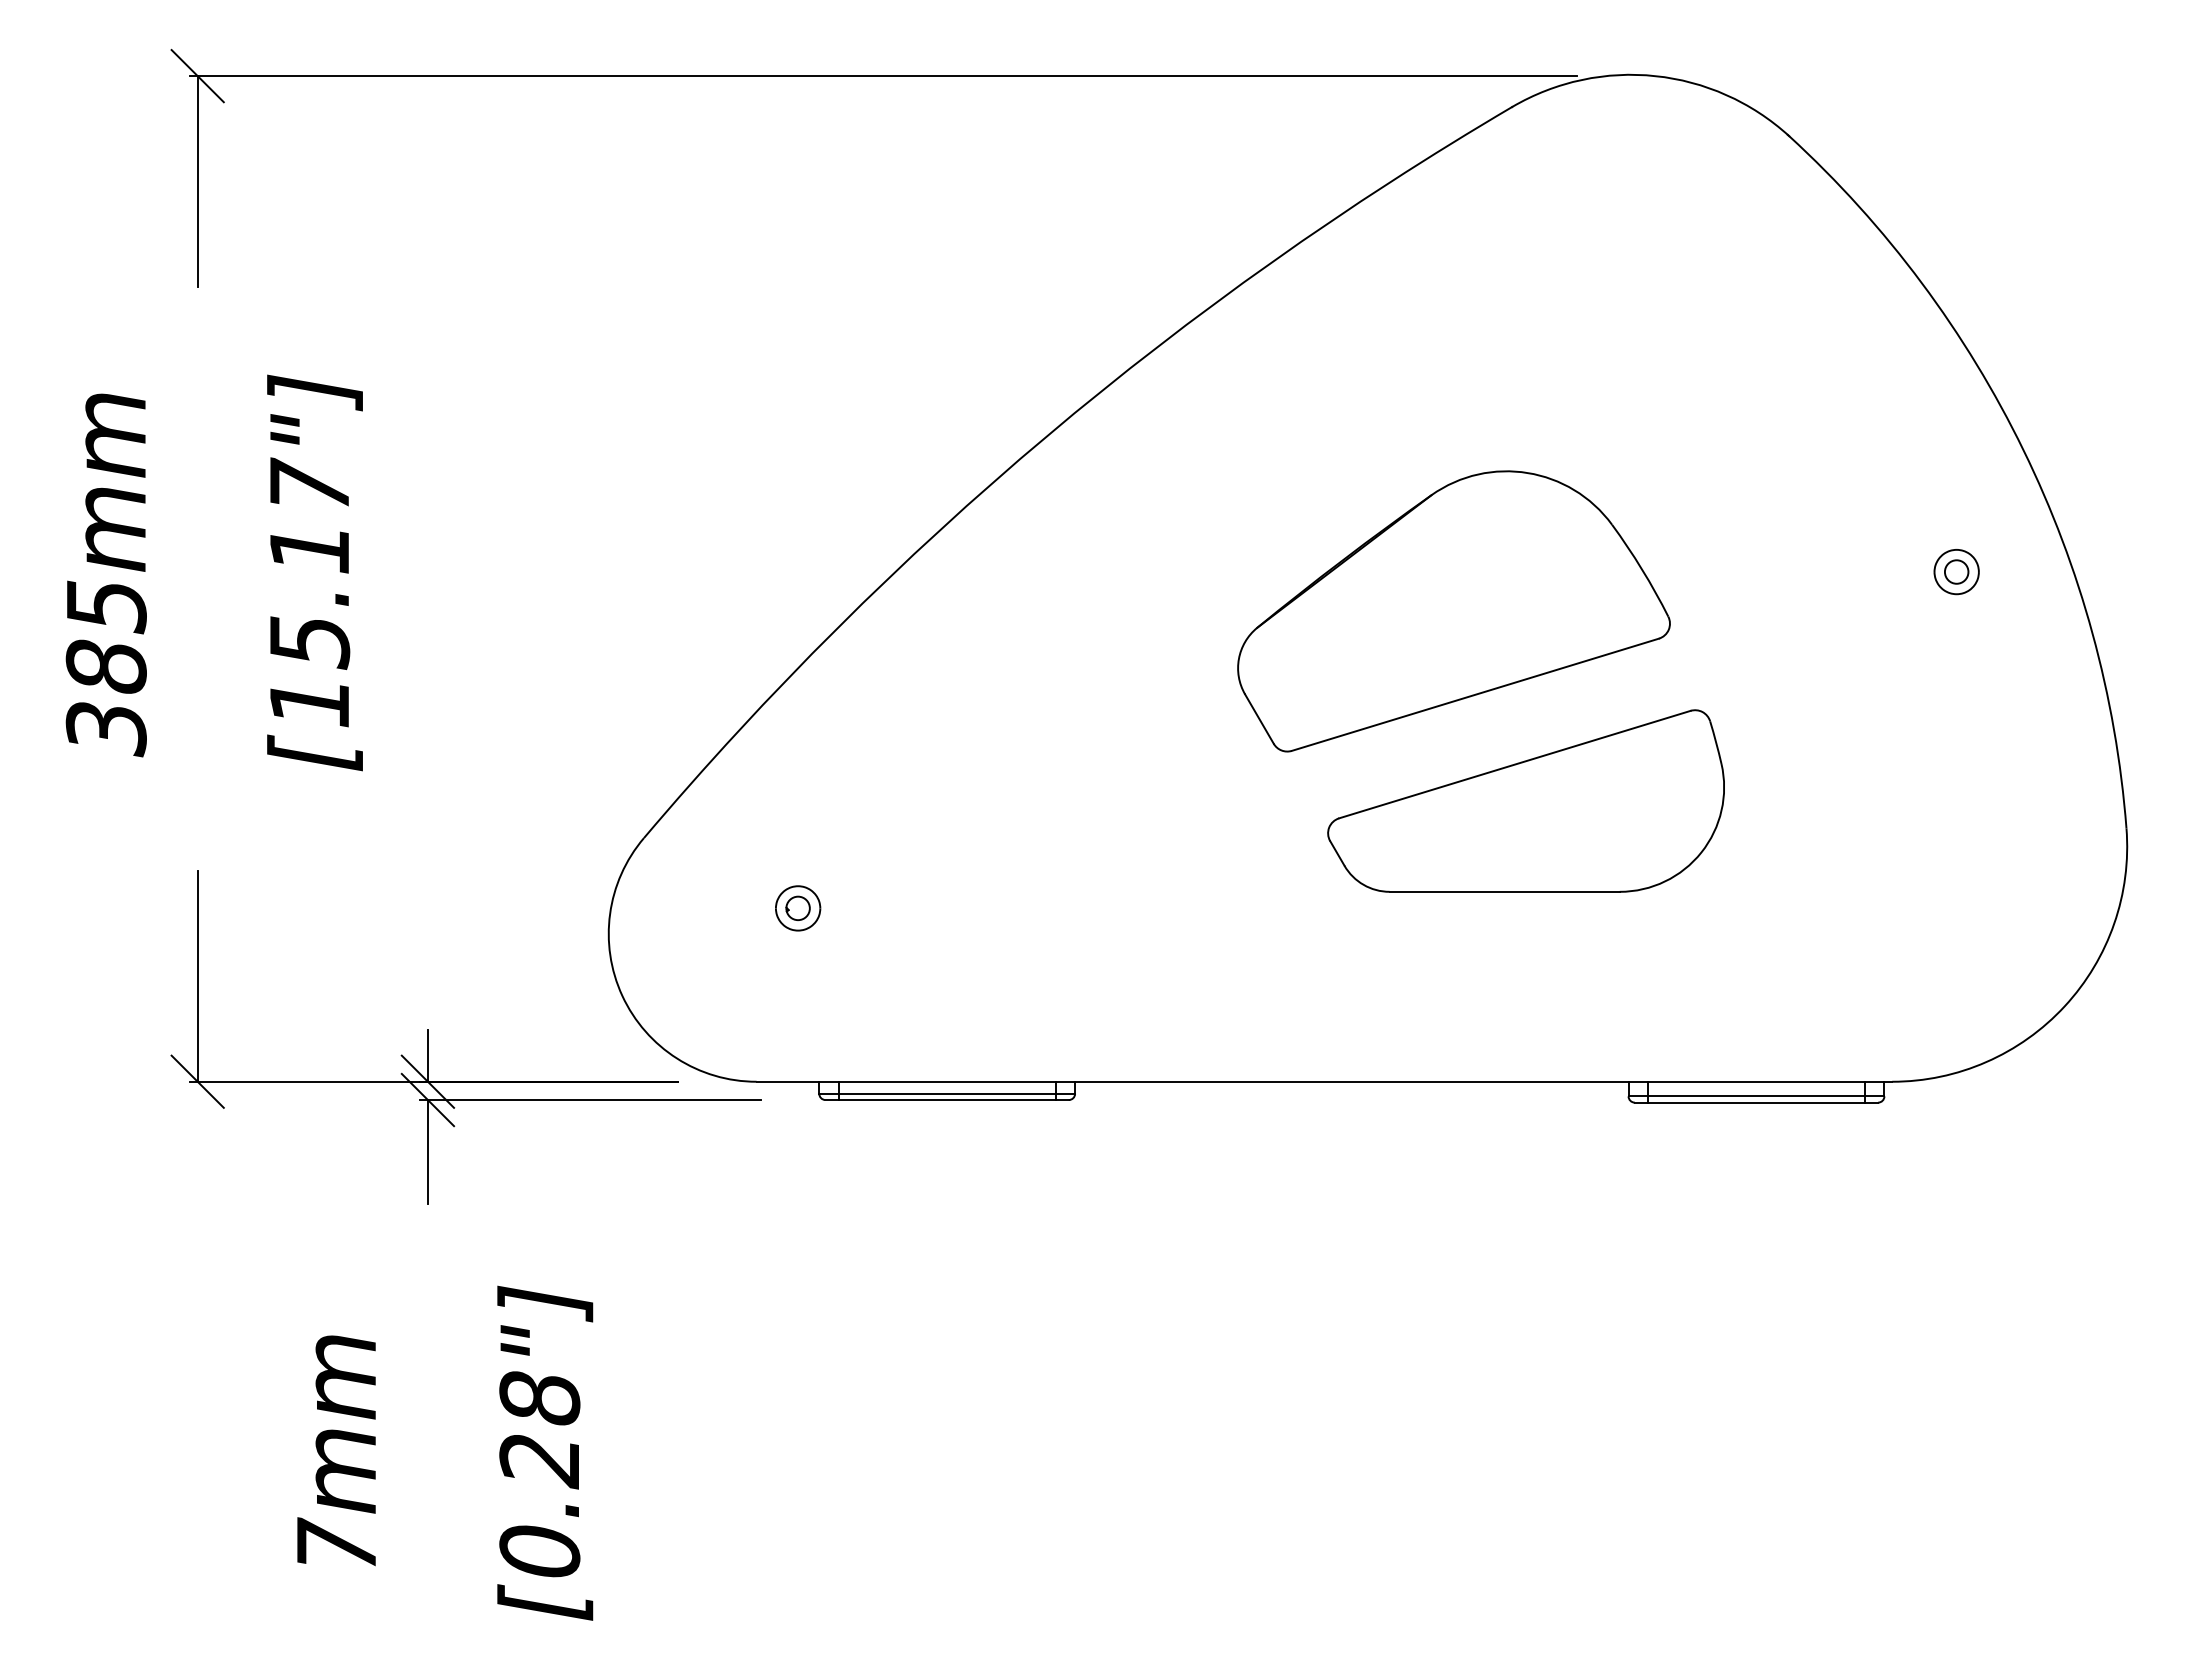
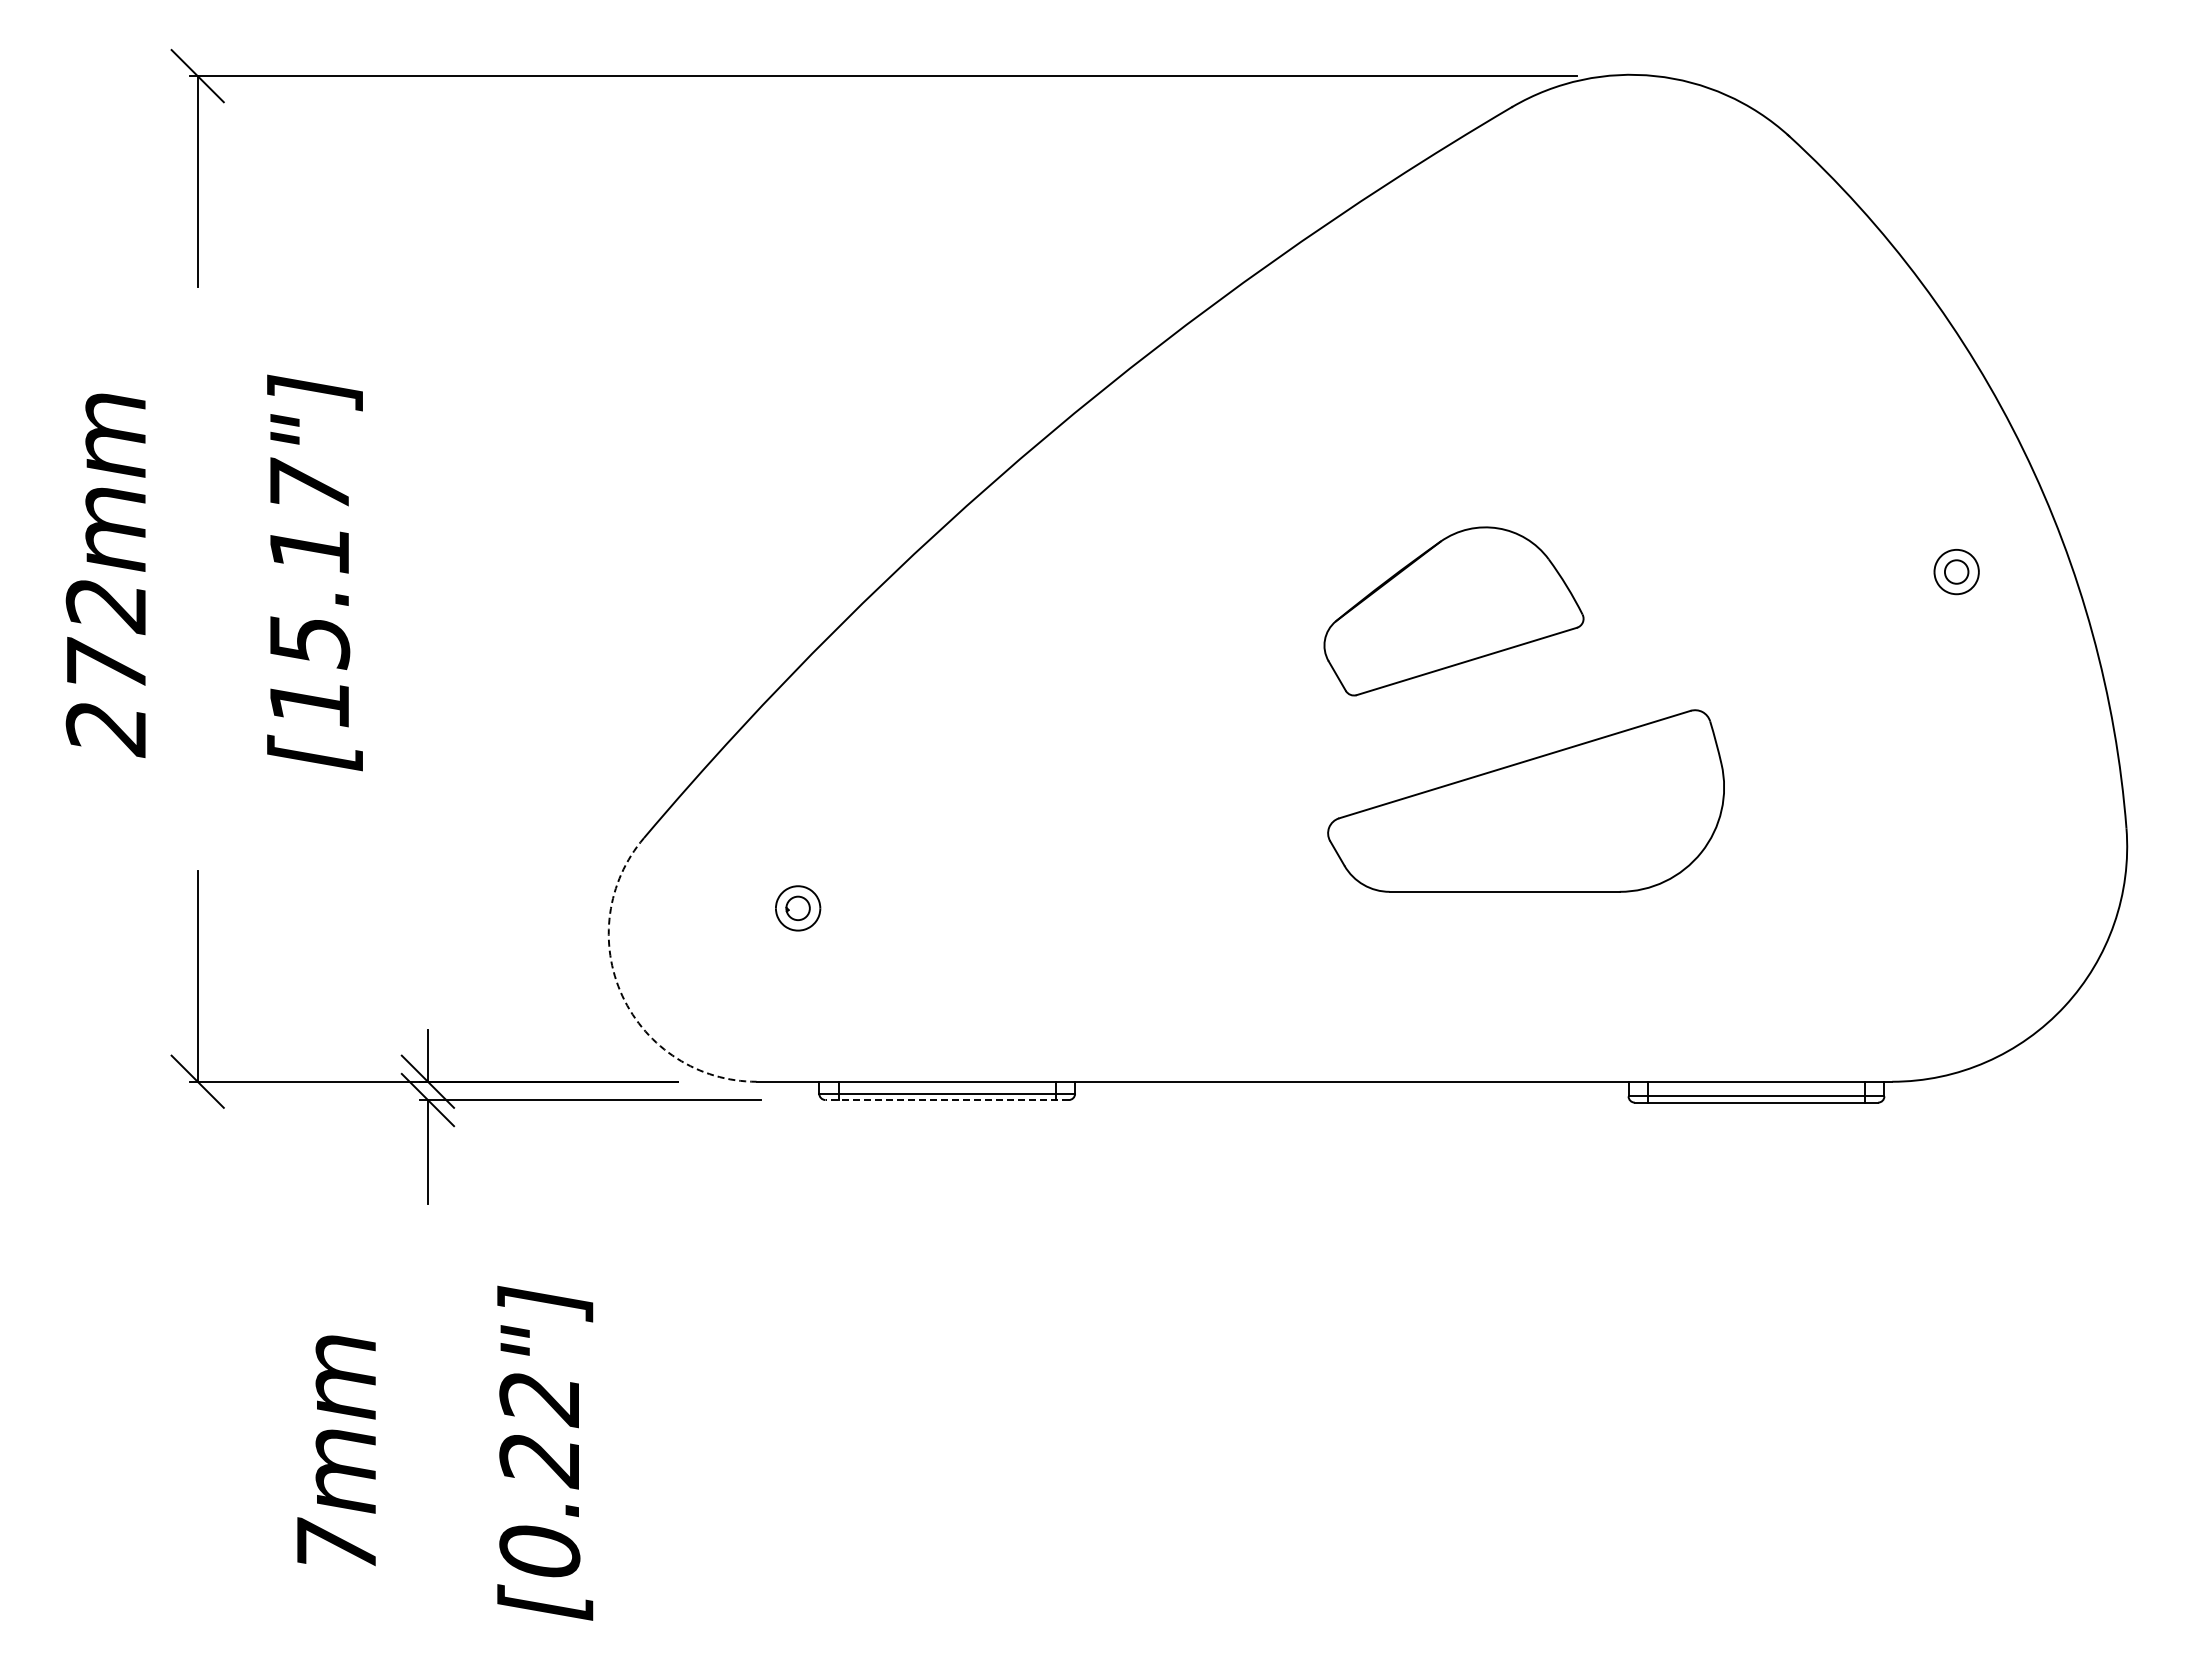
part at (1453, 611) size: 434x283 px -> 262x171 px
text at (105, 669): 385mm -> 272mm
arc at (622, 995): solid -> dashed
line at (947, 1100): solid -> dashed
text at (539, 1399): [0.28"] -> [0.22"]
